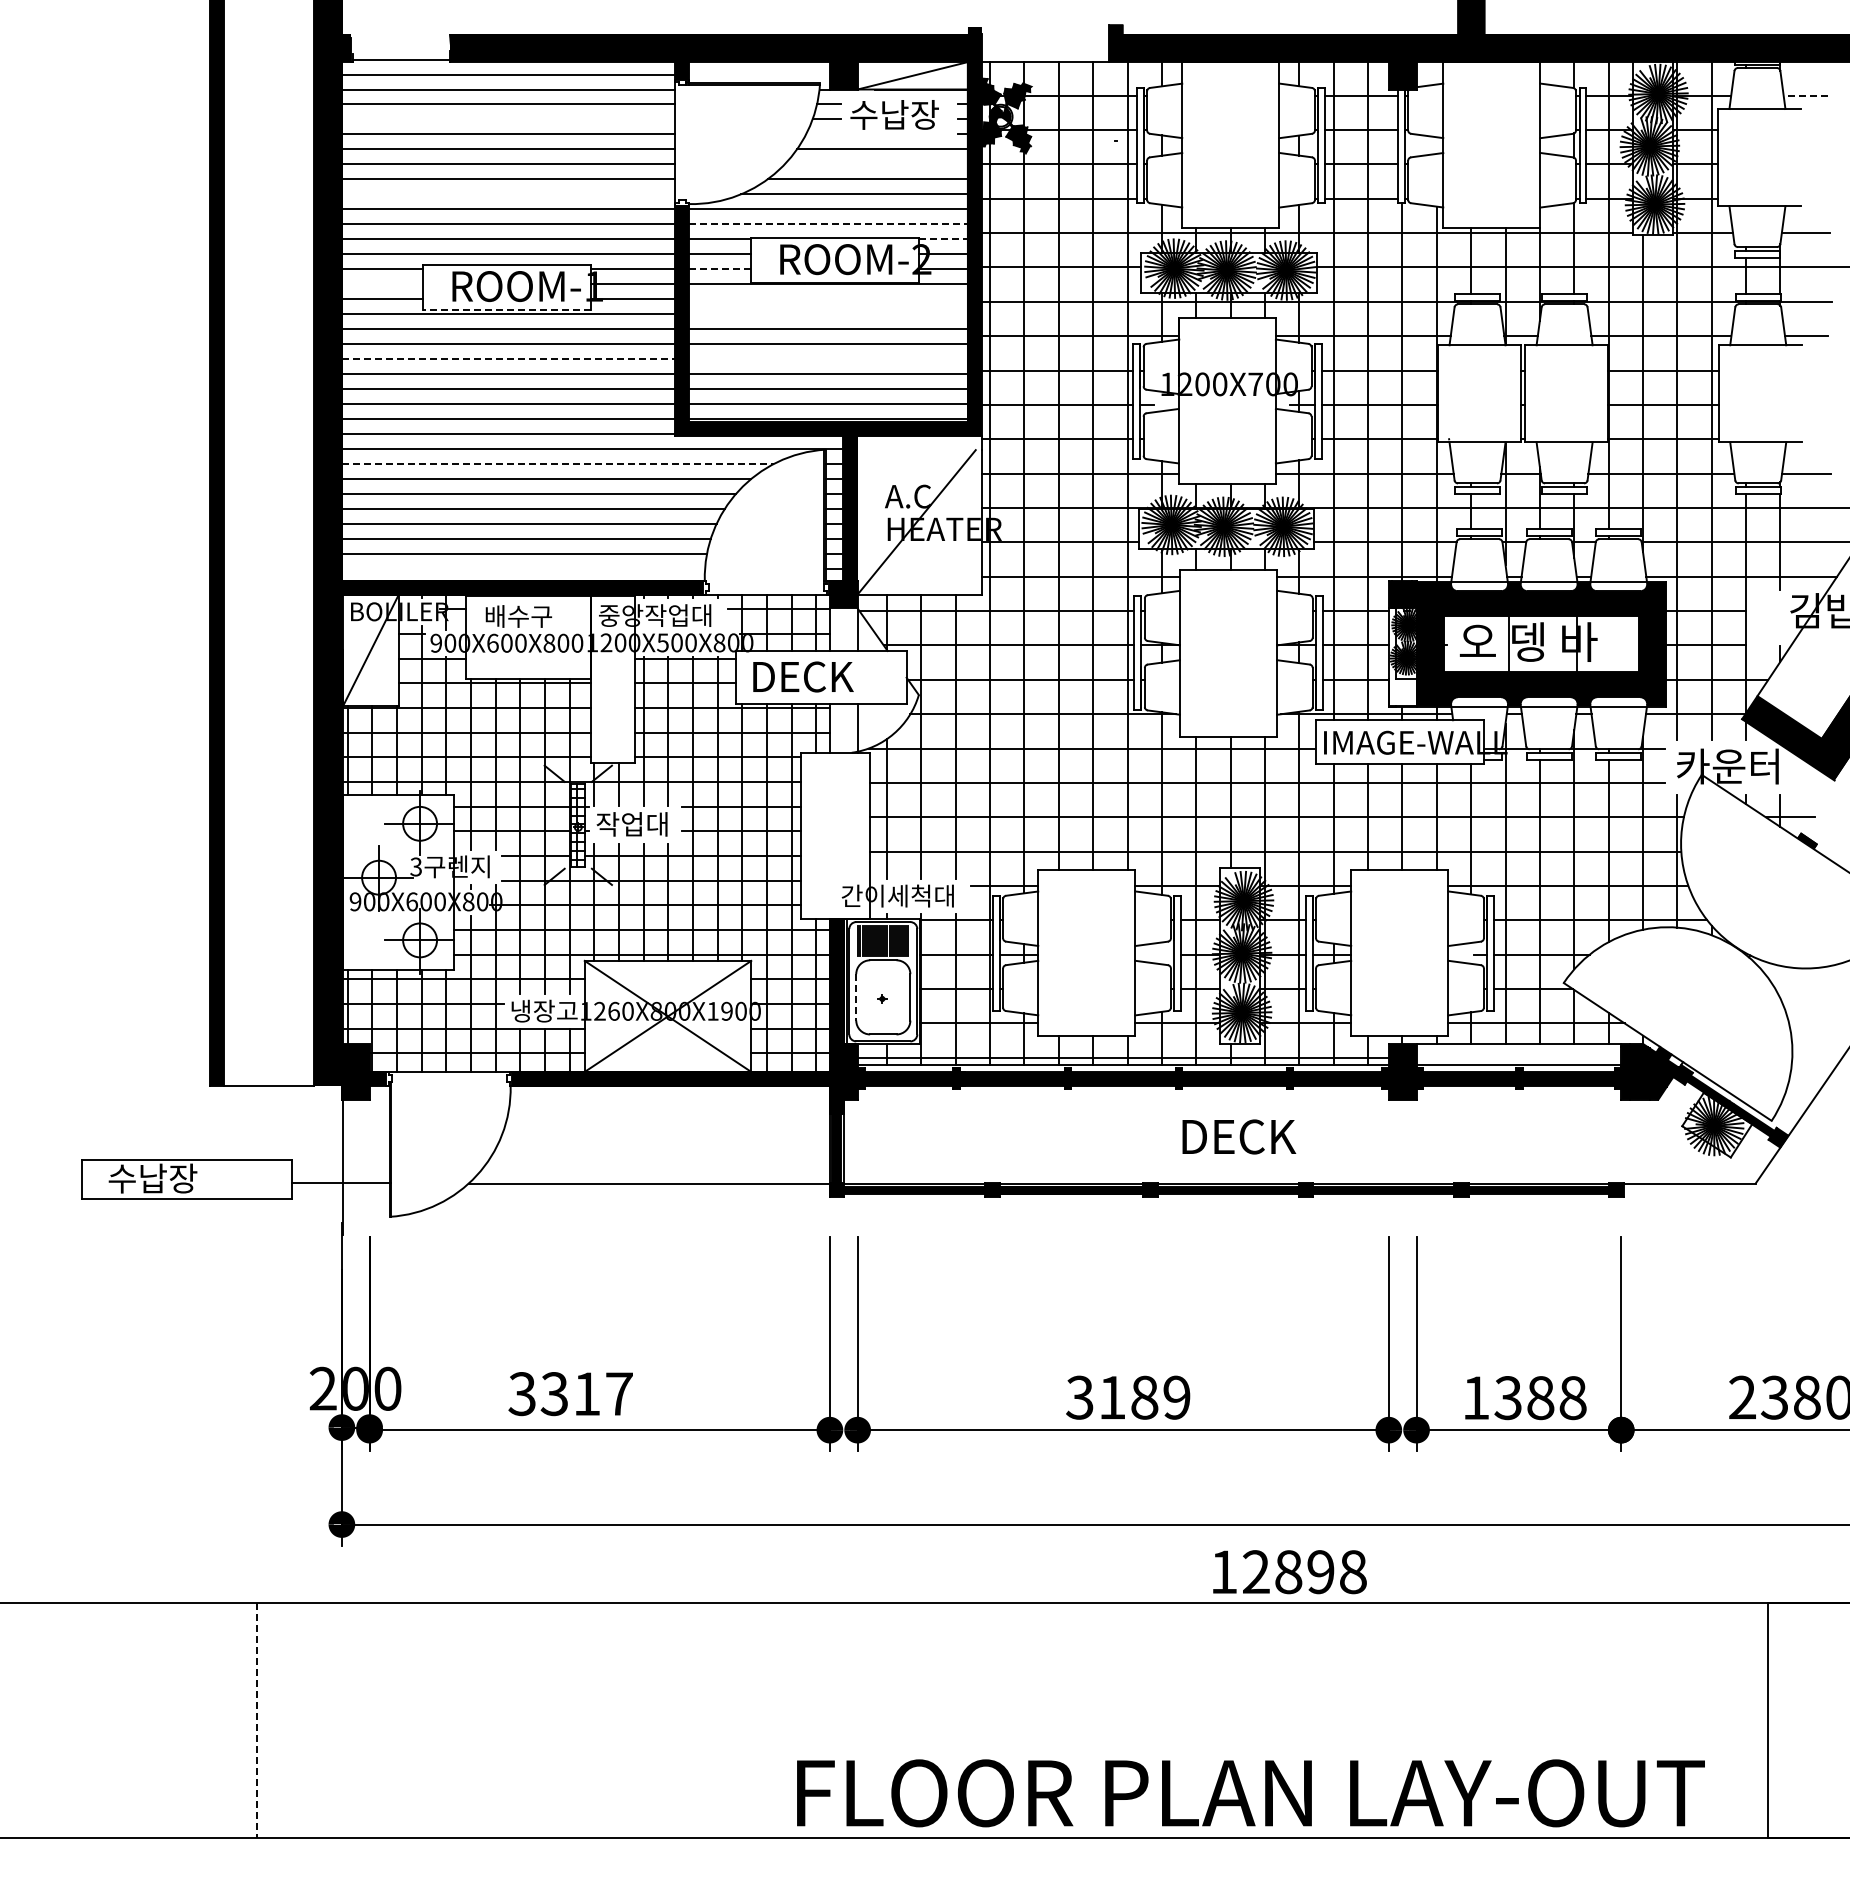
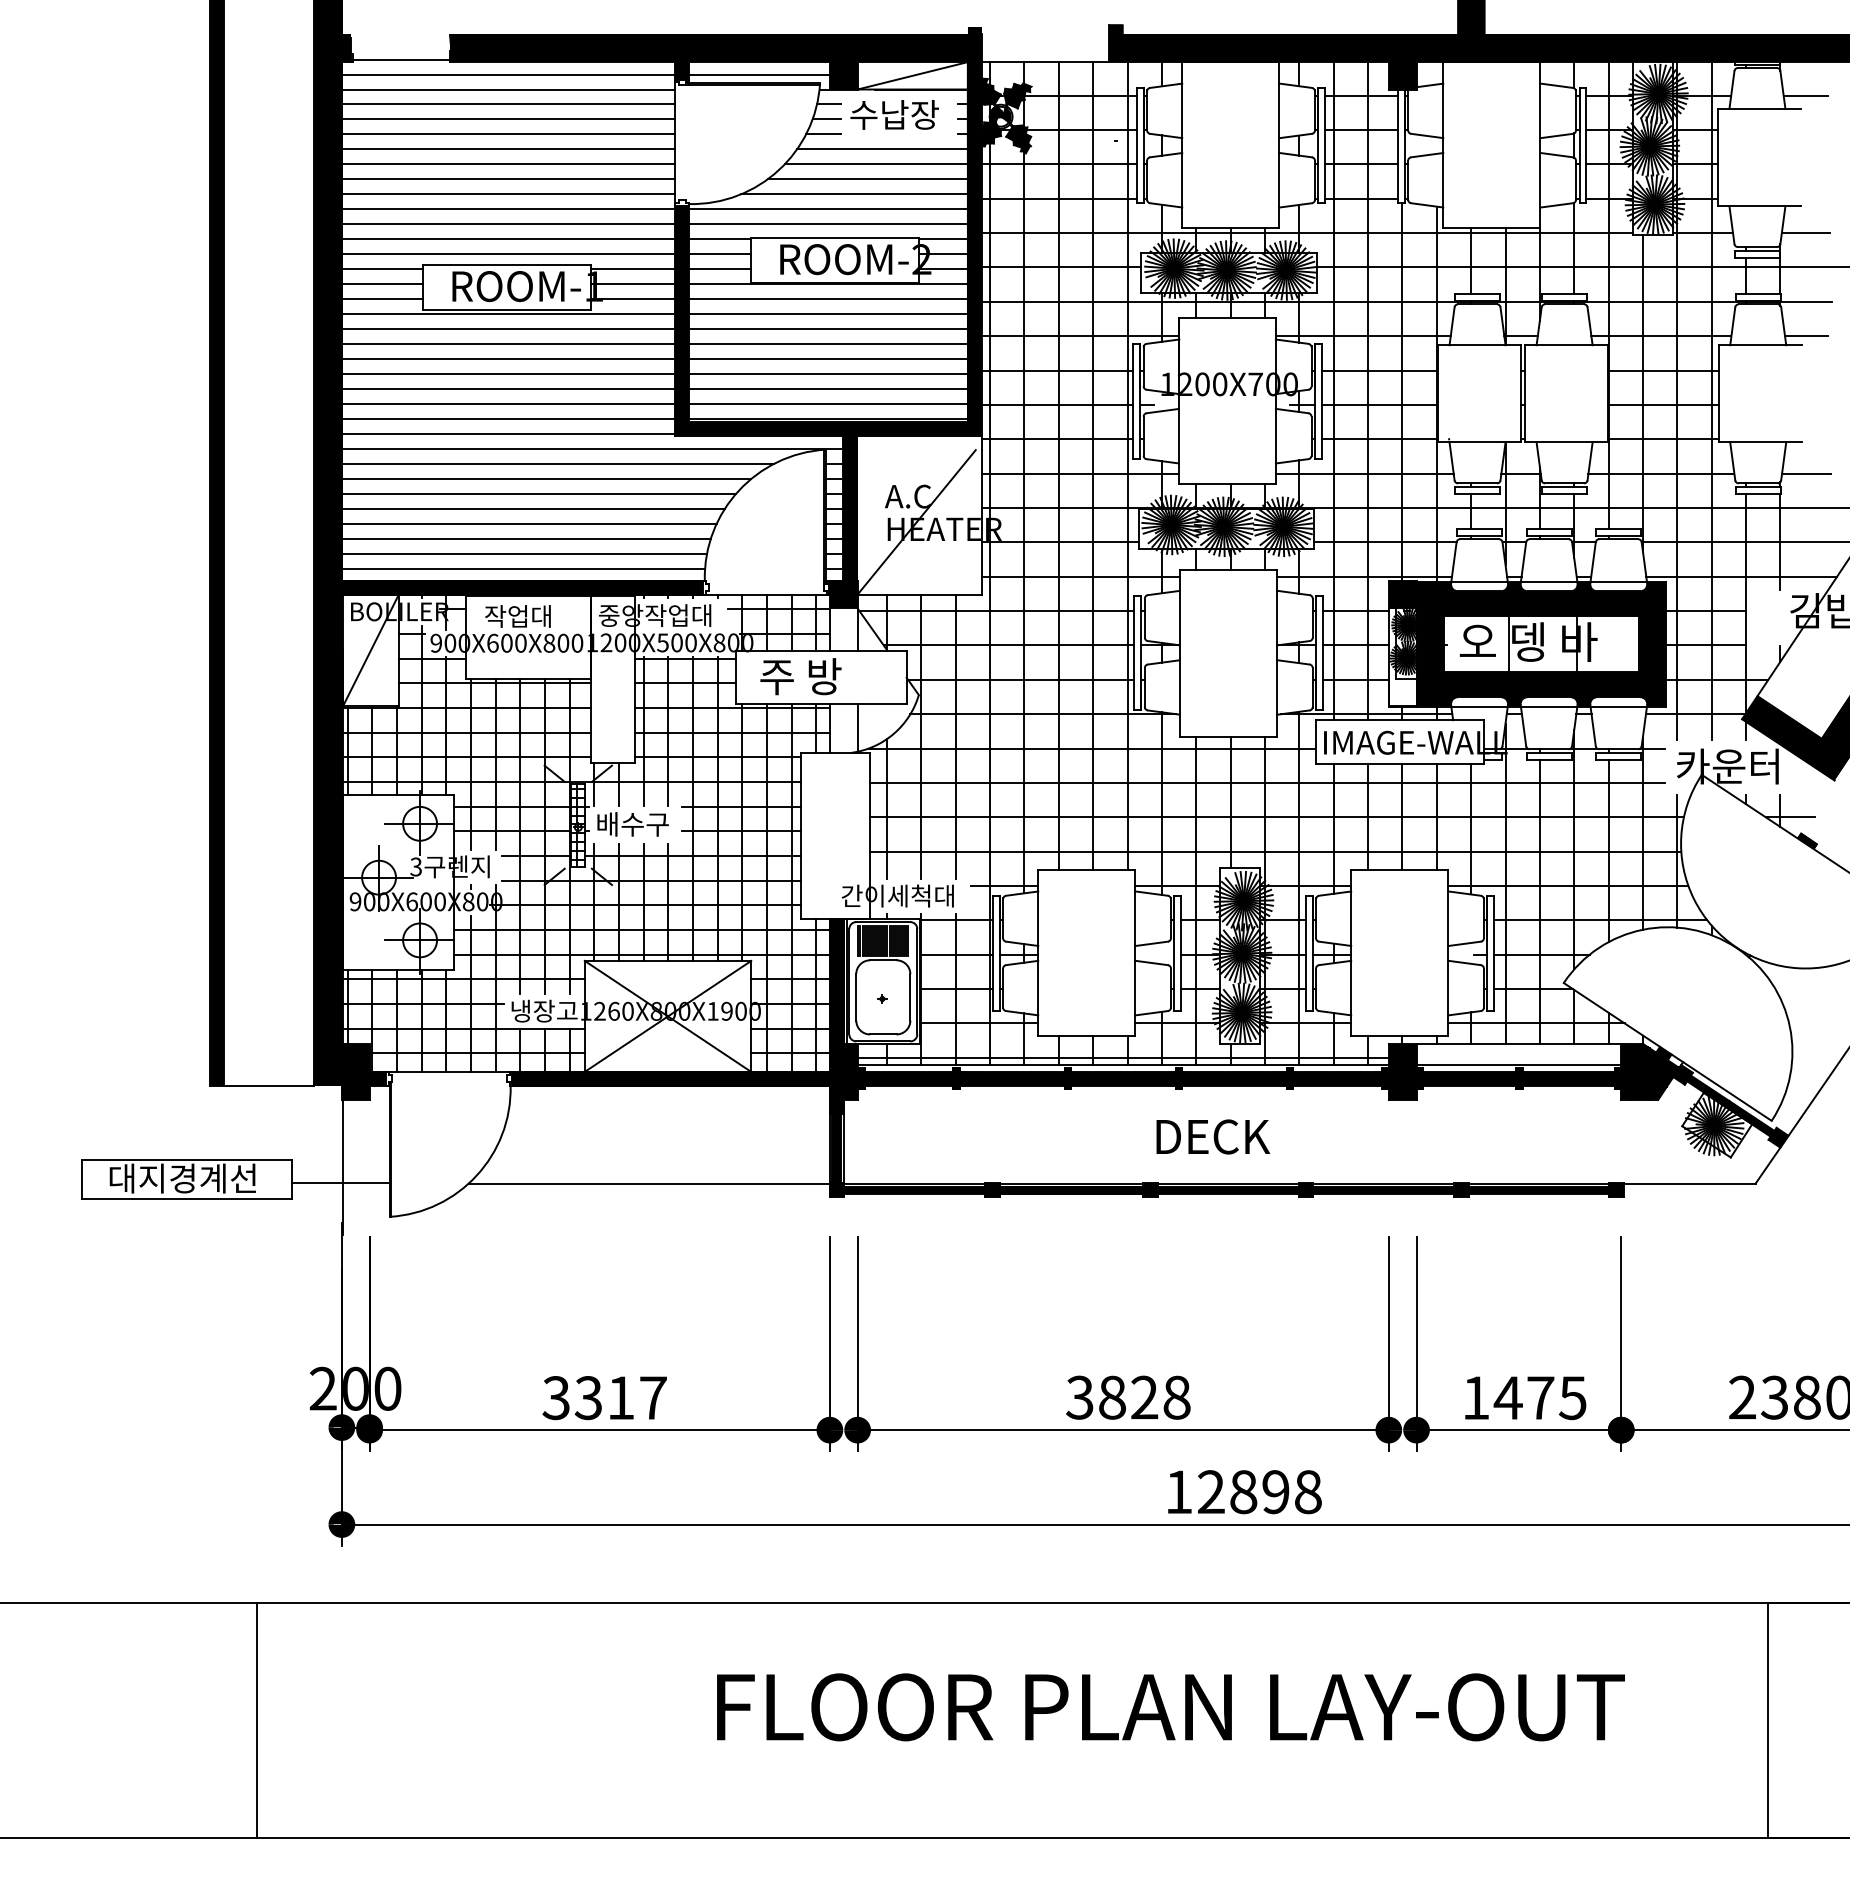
line at (759, 74): none -> present
line at (1805, 95): dashed -> solid
line at (508, 119): none -> present
line at (823, 134): none -> present
line at (875, 164): none -> present
line at (508, 194): none -> present
line at (828, 224): dashed -> solid
line at (943, 239): dashed -> solid
line at (719, 269): dashed -> solid
line at (382, 284): none -> present
line at (828, 299): none -> present
line at (506, 309): dashed -> solid
line at (828, 314): none -> present
line at (508, 359): dashed -> solid
line at (828, 359): none -> present
line at (558, 463): dashed -> solid
line at (523, 568): none -> present
text at (518, 616): 배수구 -> 작업대
text at (803, 676): DECK -> 주 방
text at (632, 824): 작업대 -> 배수구
line at (856, 997): dashed -> solid
text at (1239, 1136) position: (1239, 1136) -> (1213, 1136)
text at (181, 1178): 수납장 -> 대지경계선
text at (570, 1394) position: (570, 1394) -> (604, 1398)
text at (1144, 1397): 3189 -> 3828
text at (1539, 1398): 1388 -> 1475
text at (1289, 1572) position: (1289, 1572) -> (1244, 1492)
line at (256, 1720): dashed -> solid
text at (1250, 1793) position: (1250, 1793) -> (1170, 1707)
